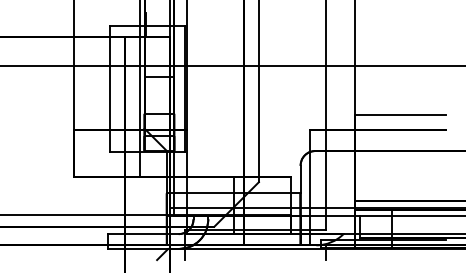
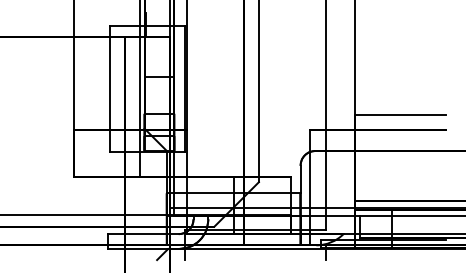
line at (232, 66): present -> none
